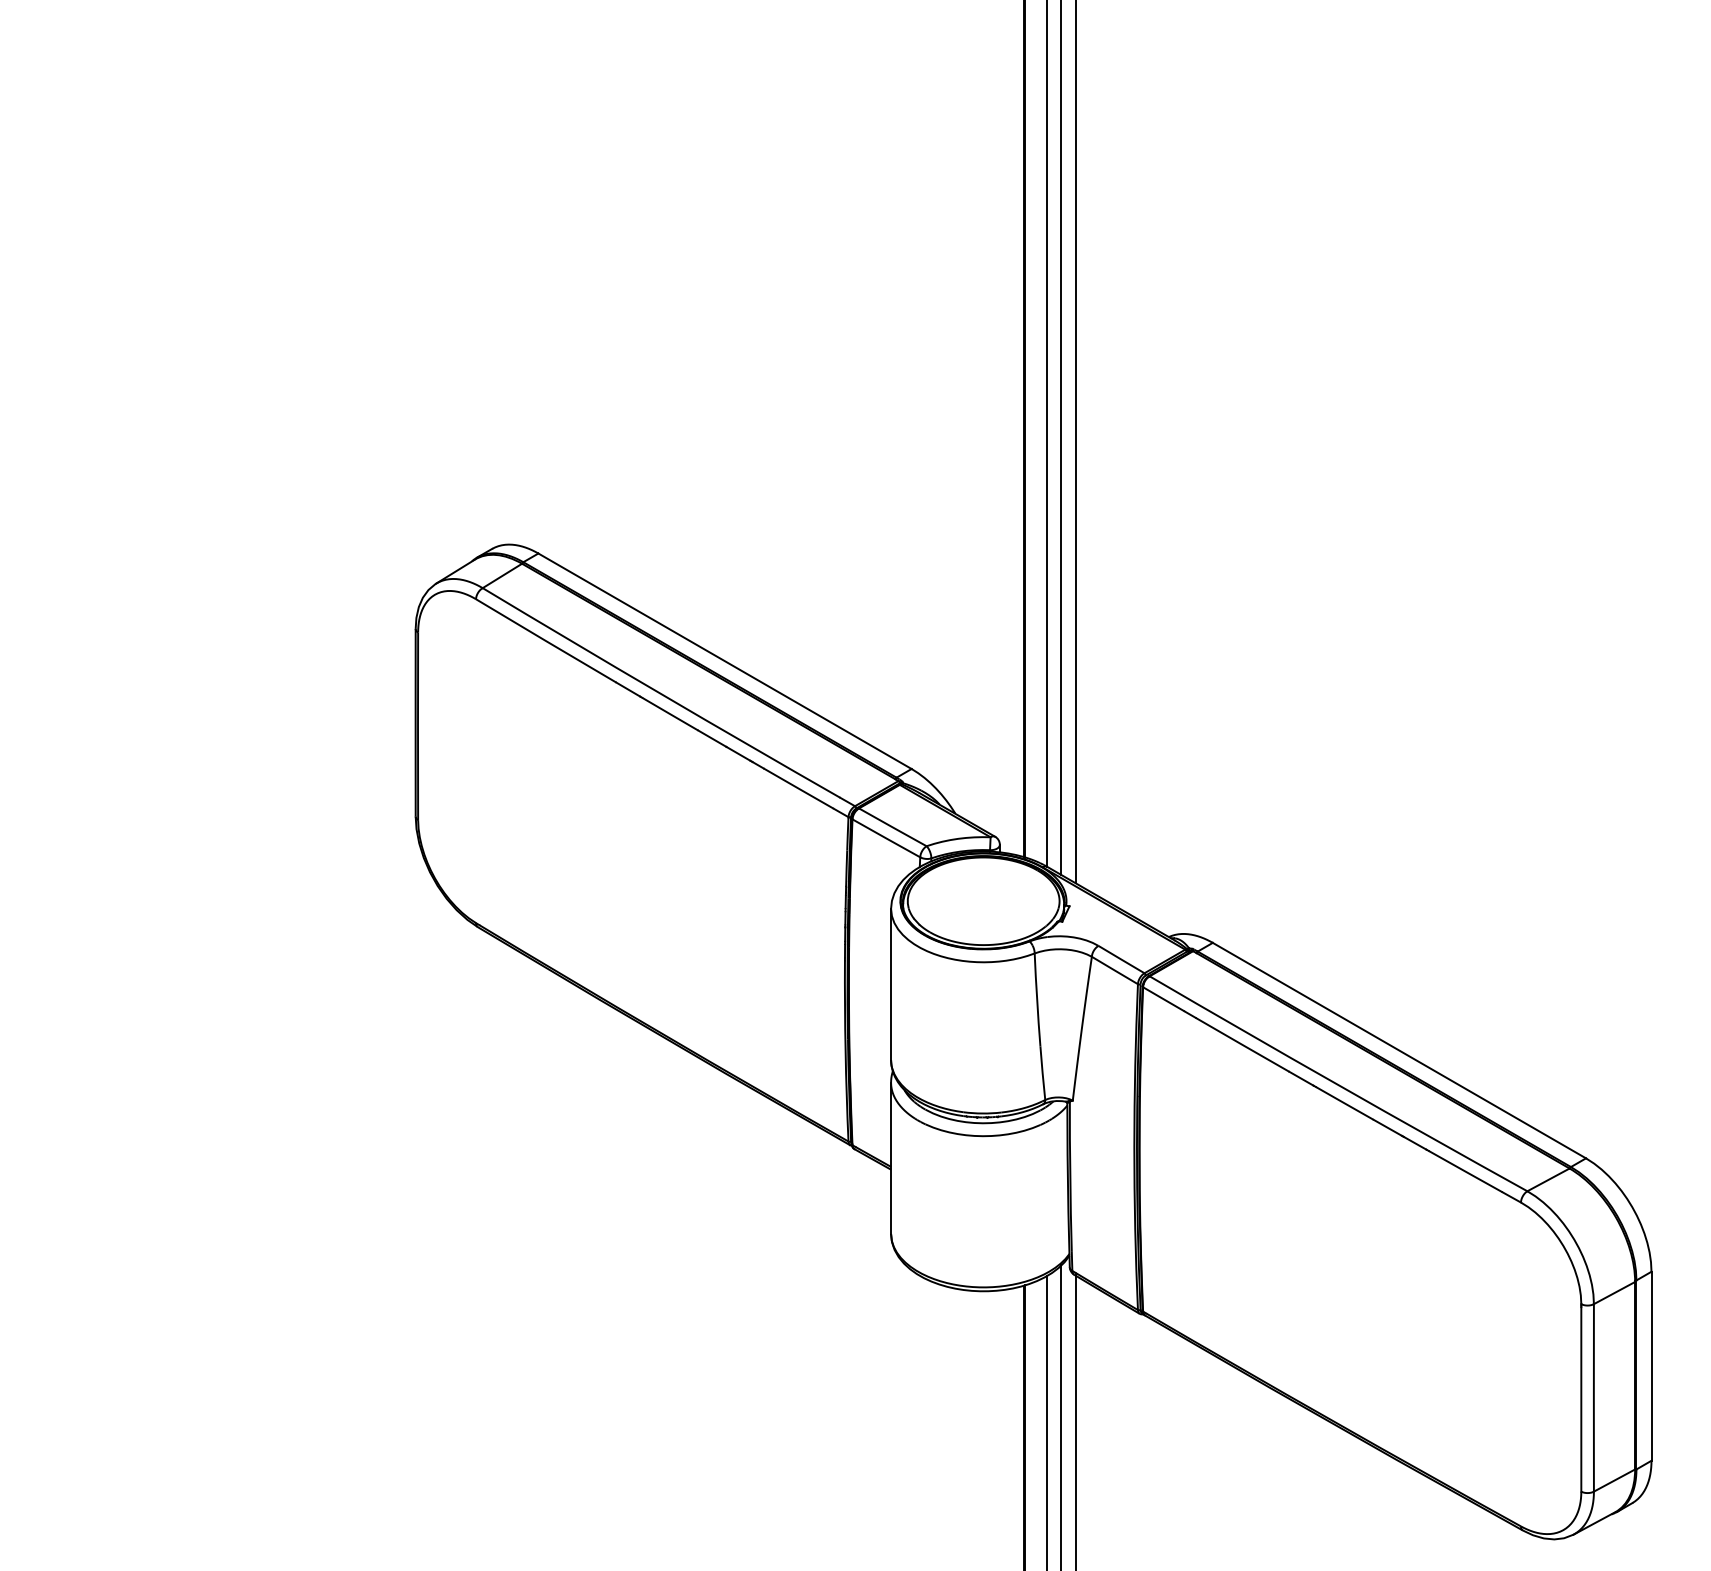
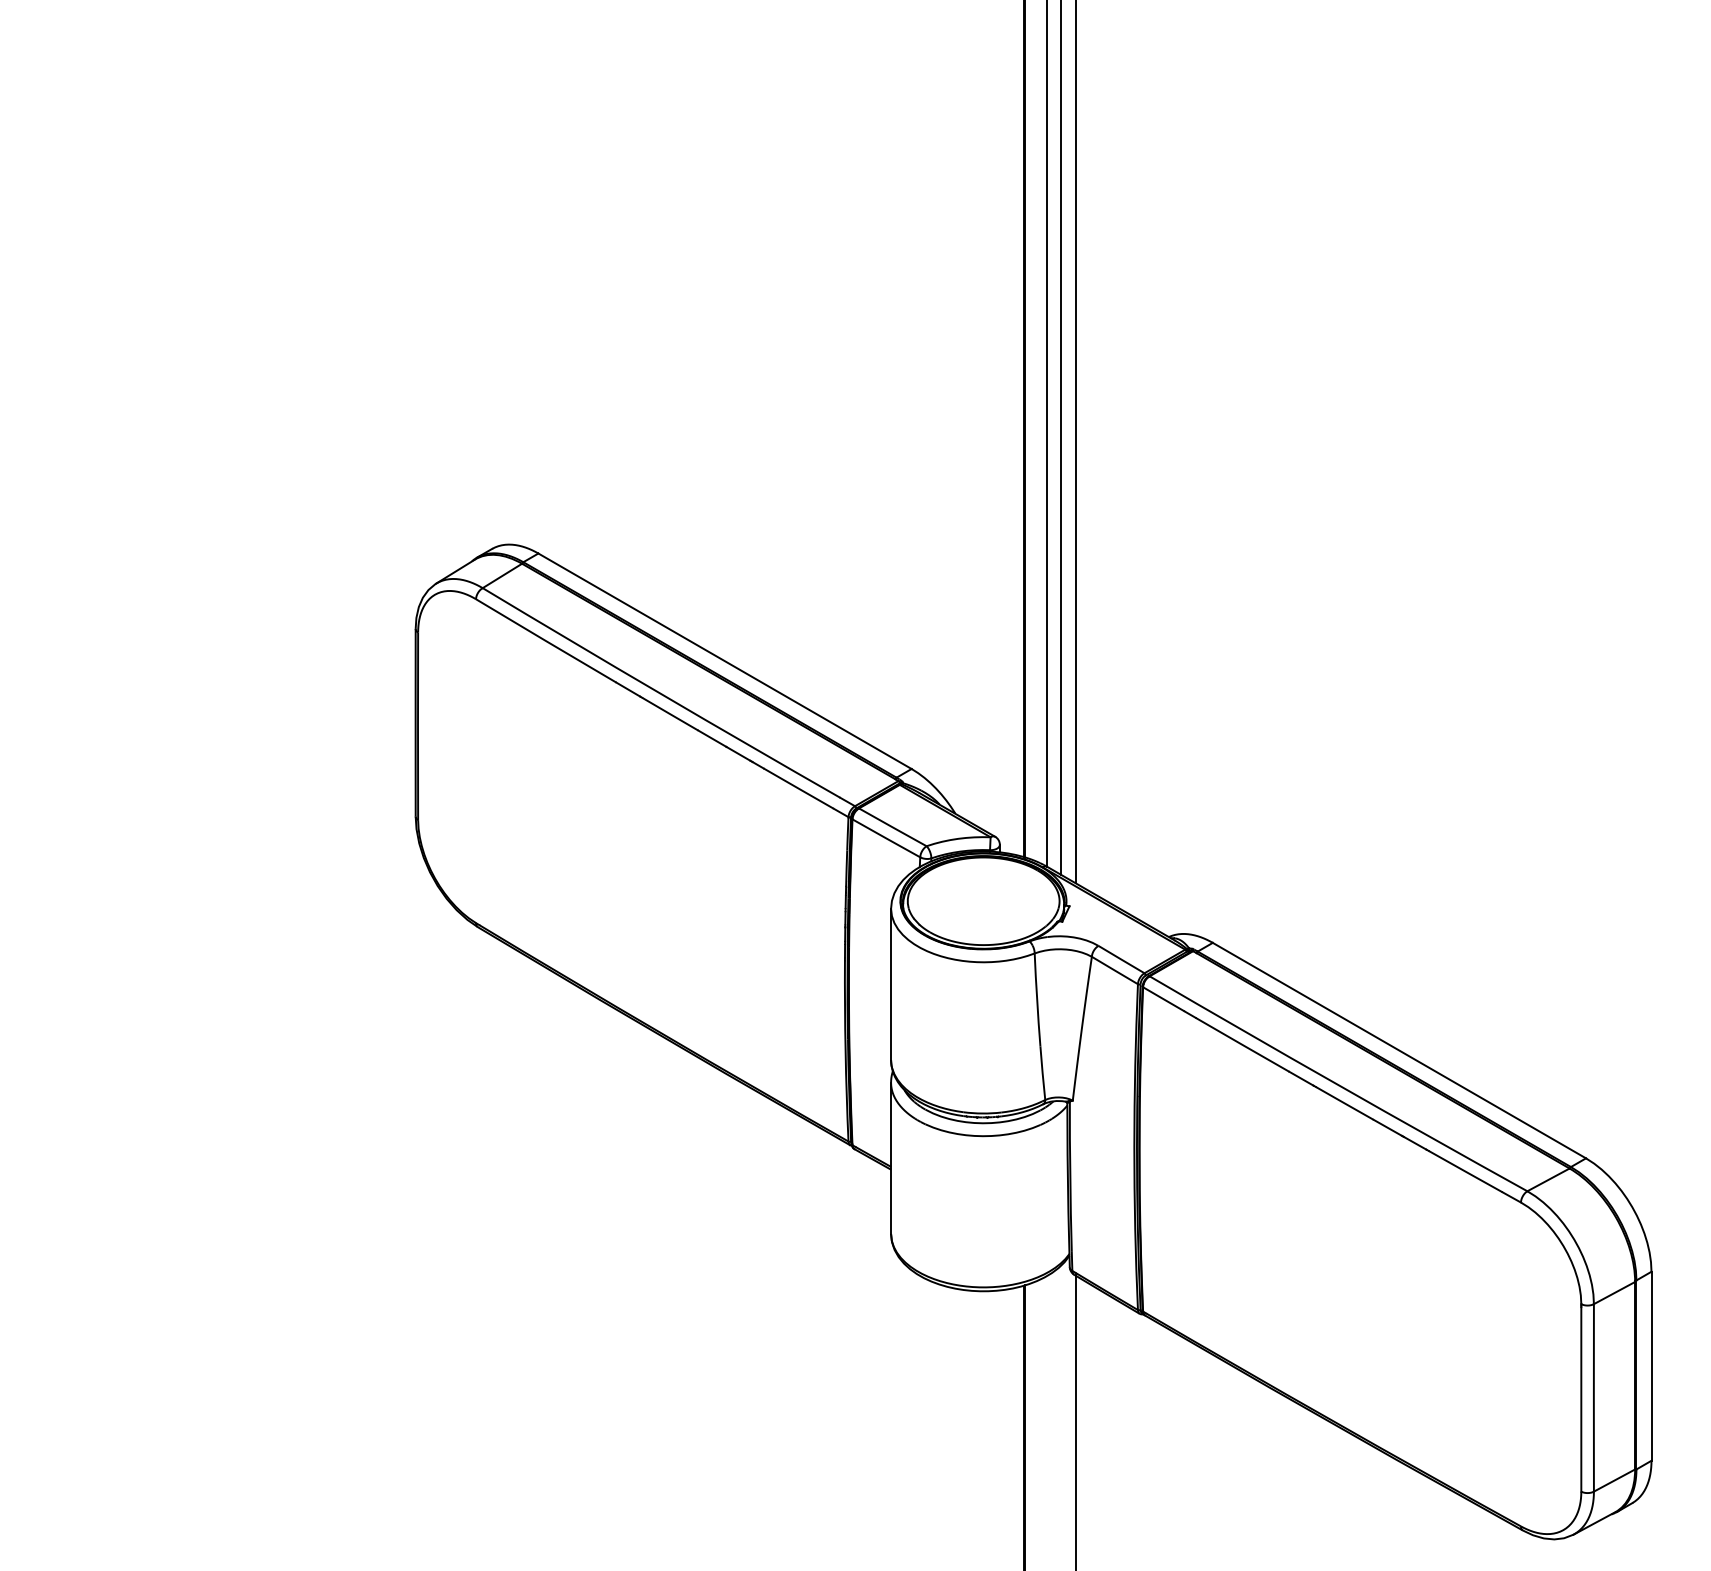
line at (1061, 1416): present -> none
line at (1047, 1421): present -> none
